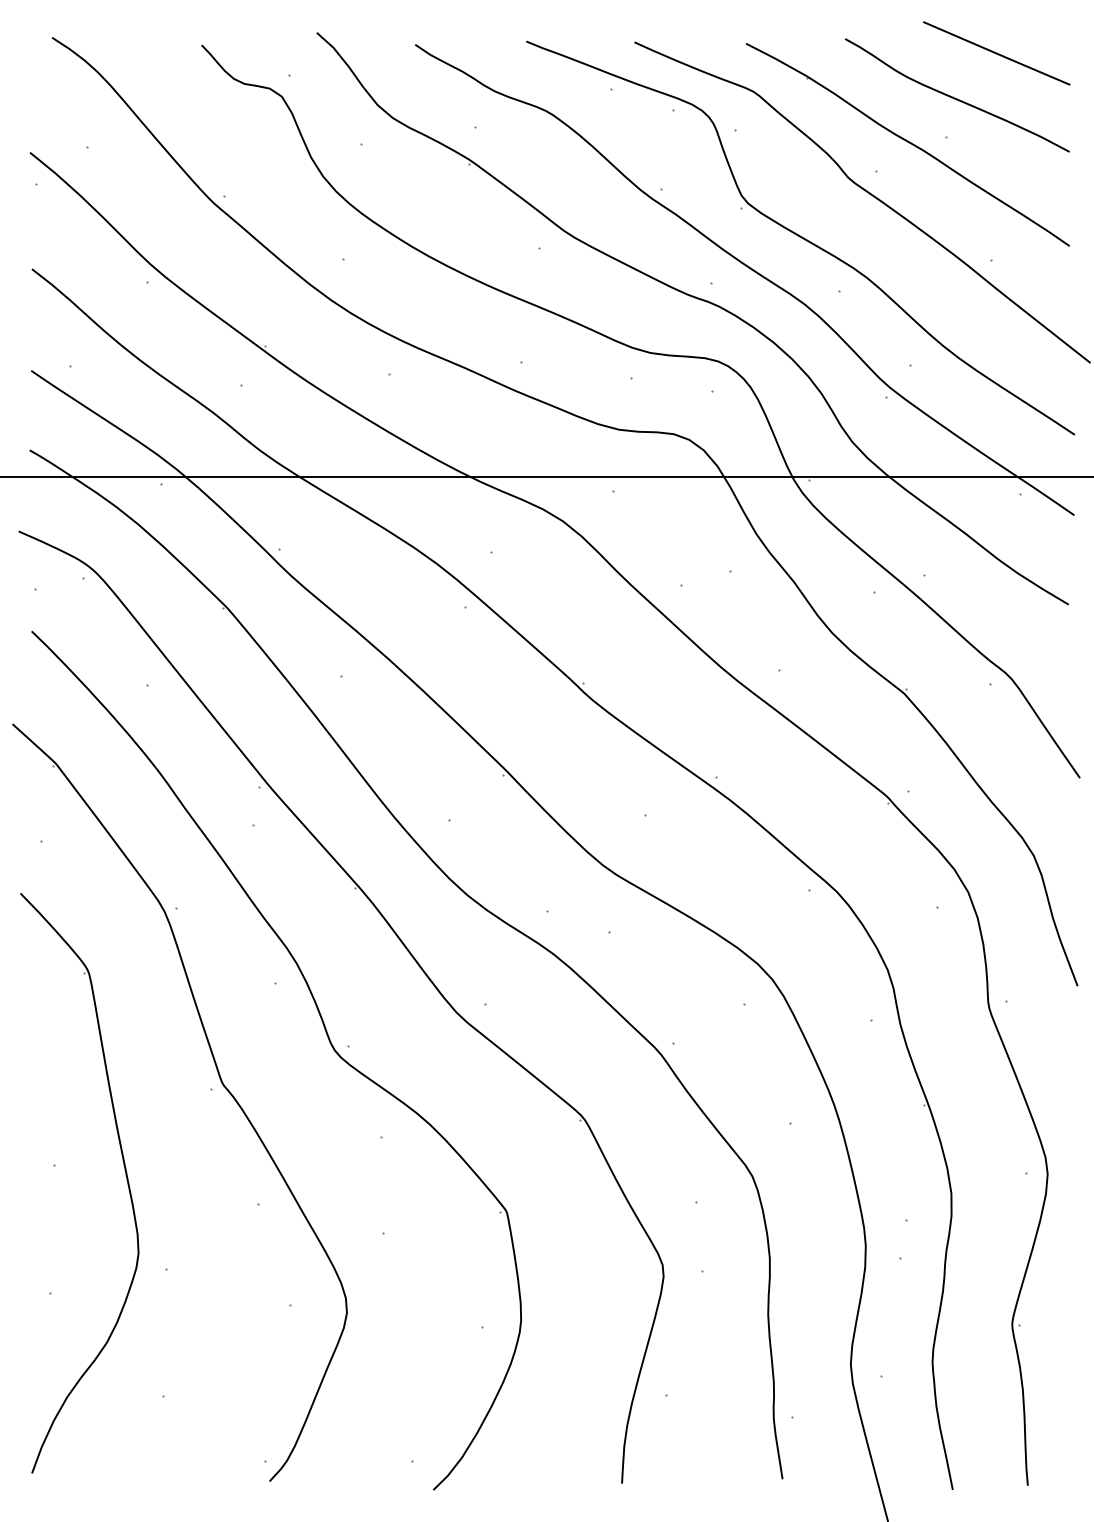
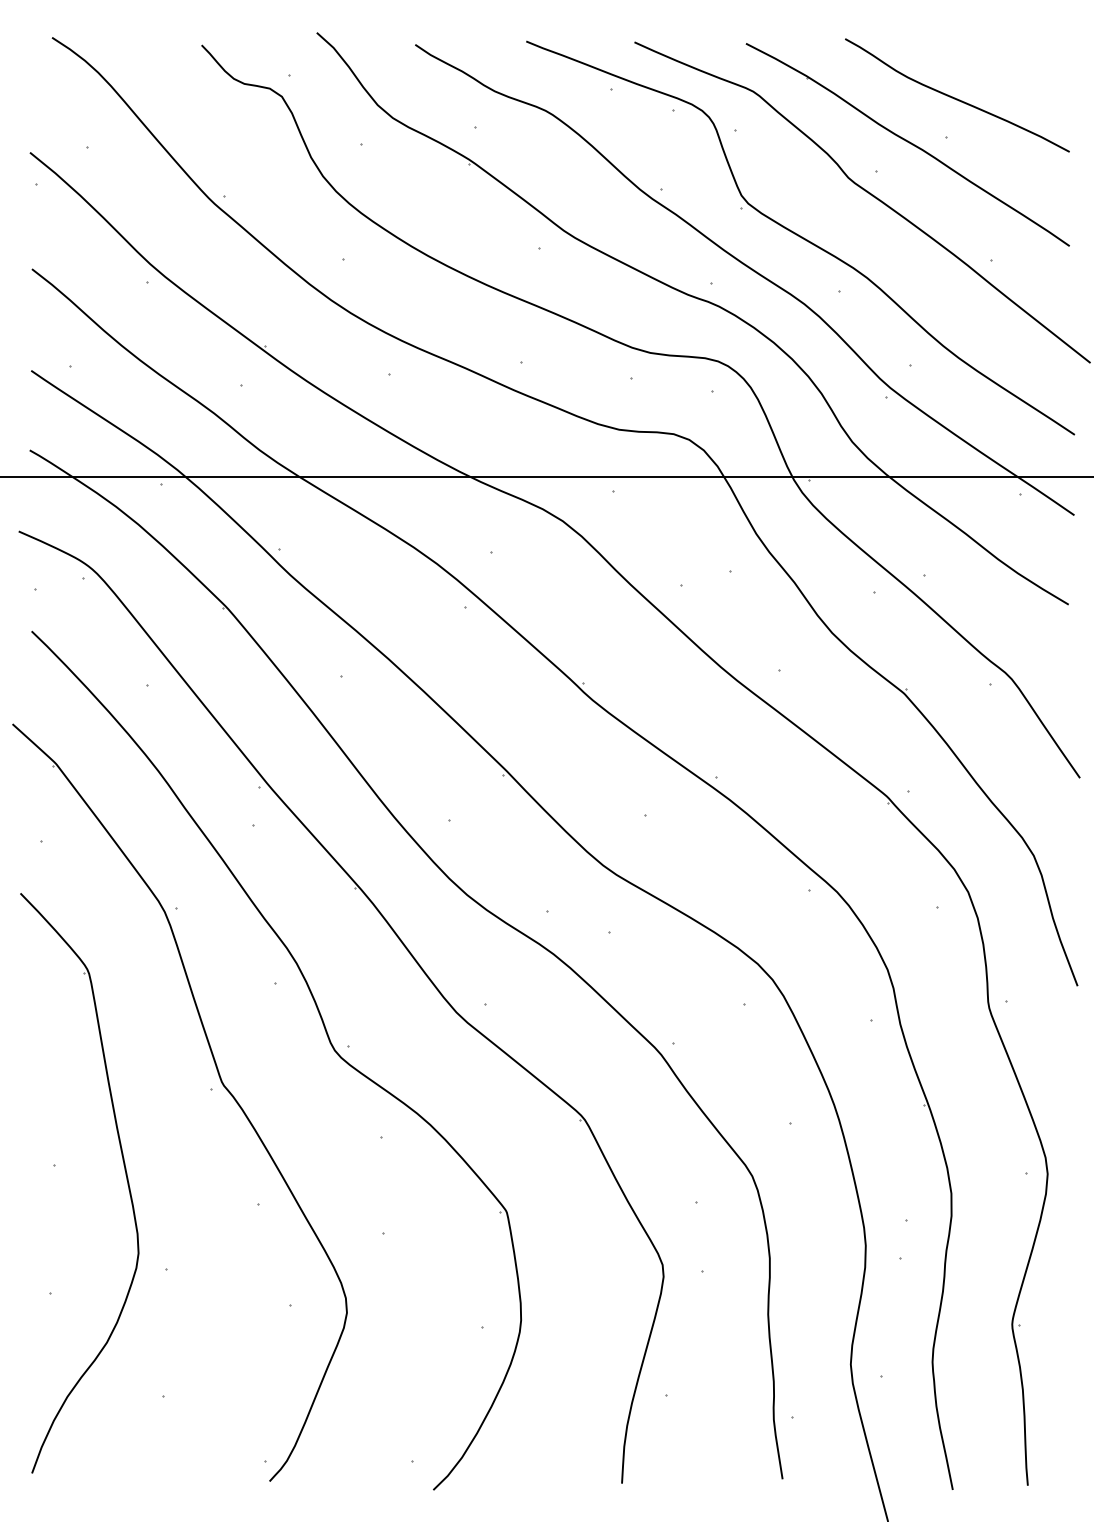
line at (996, 53): present -> none
